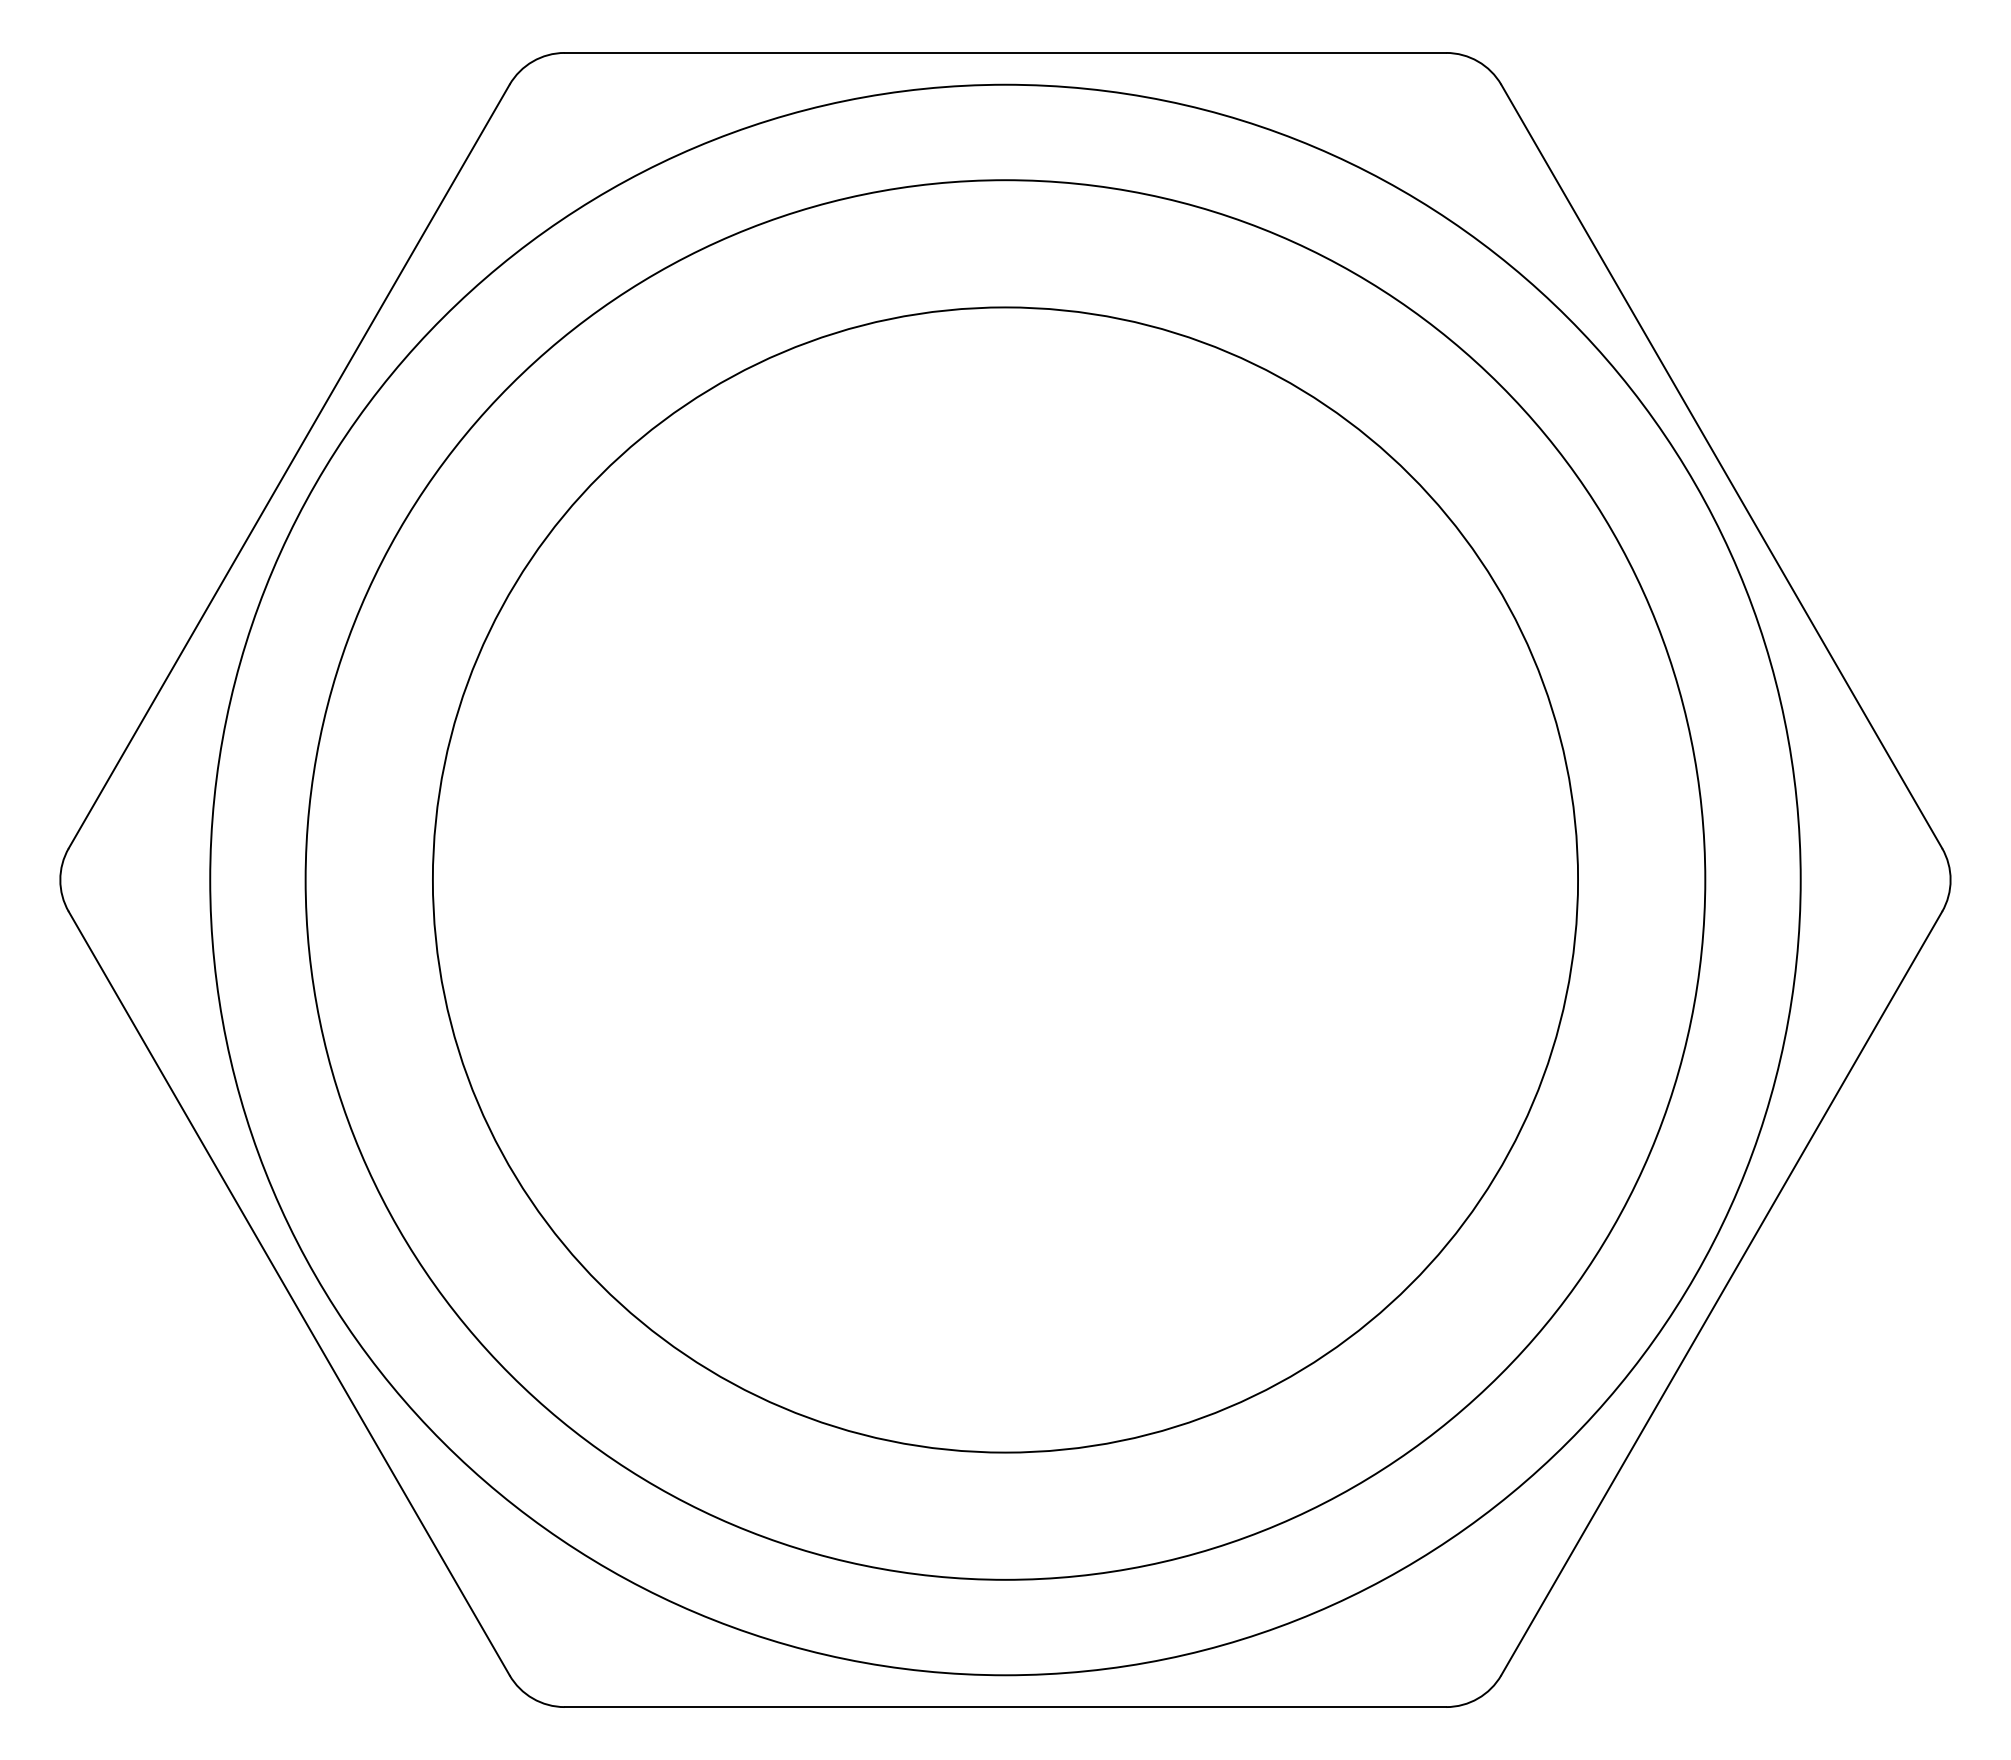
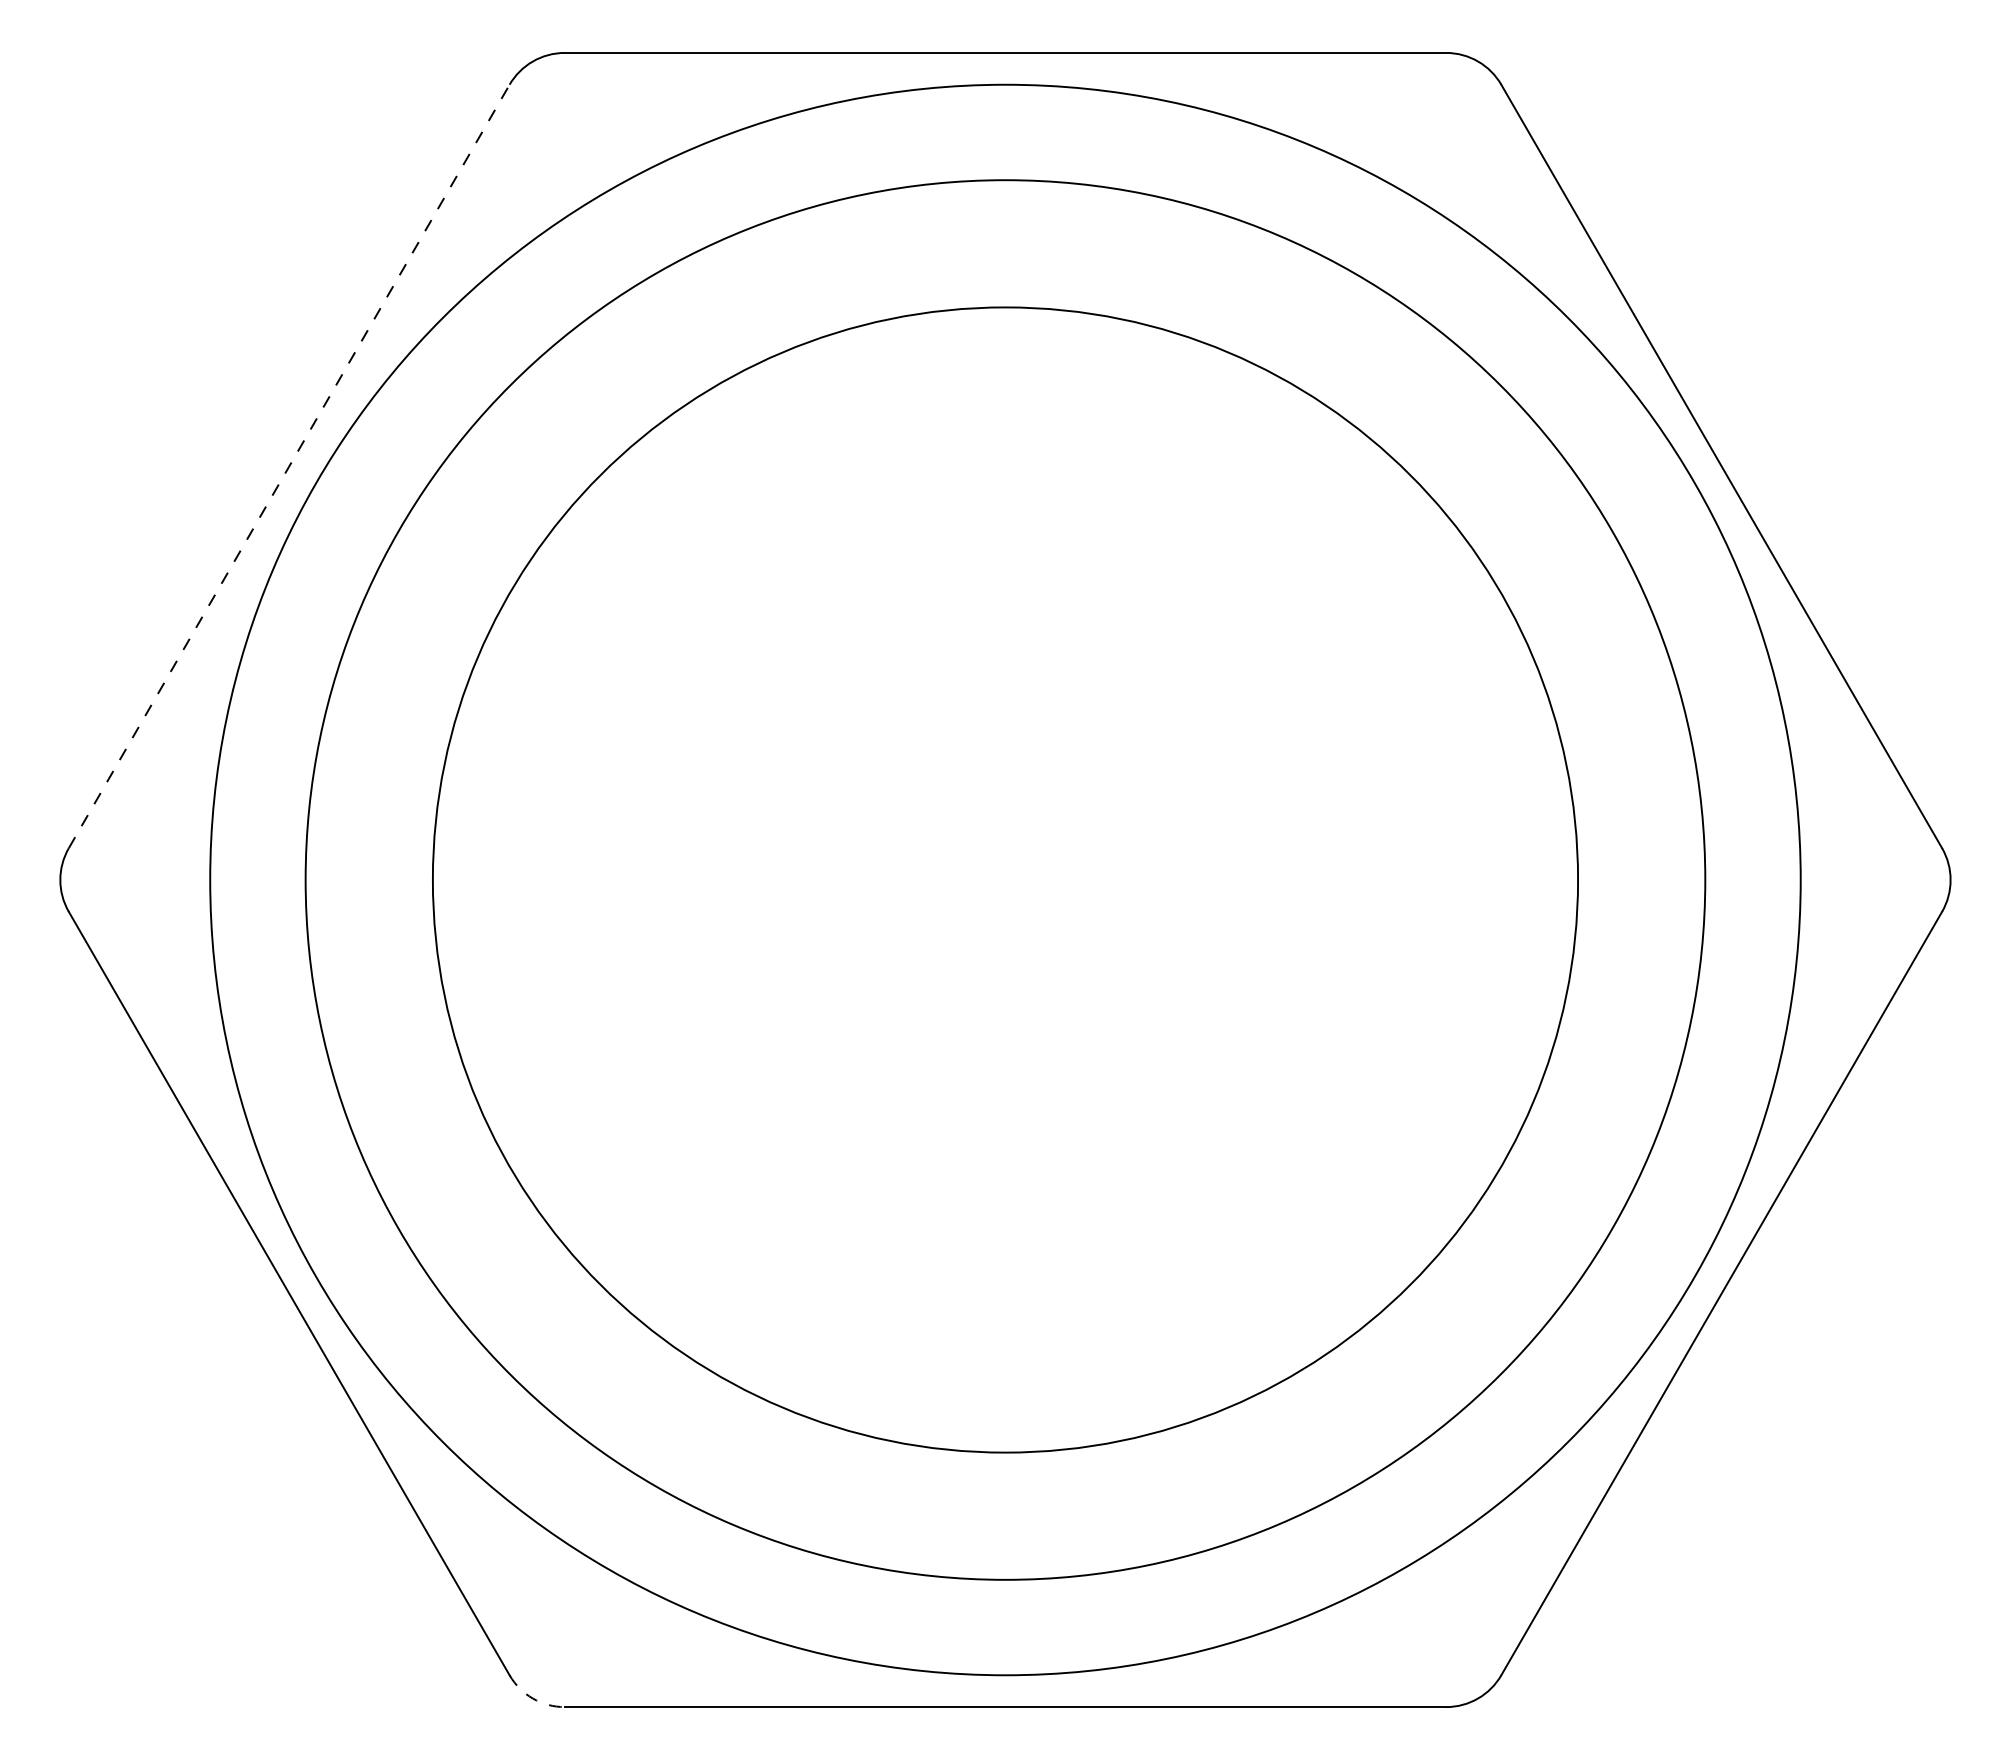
line at (289, 466): solid -> dashed
arc at (532, 1698): solid -> dashed
